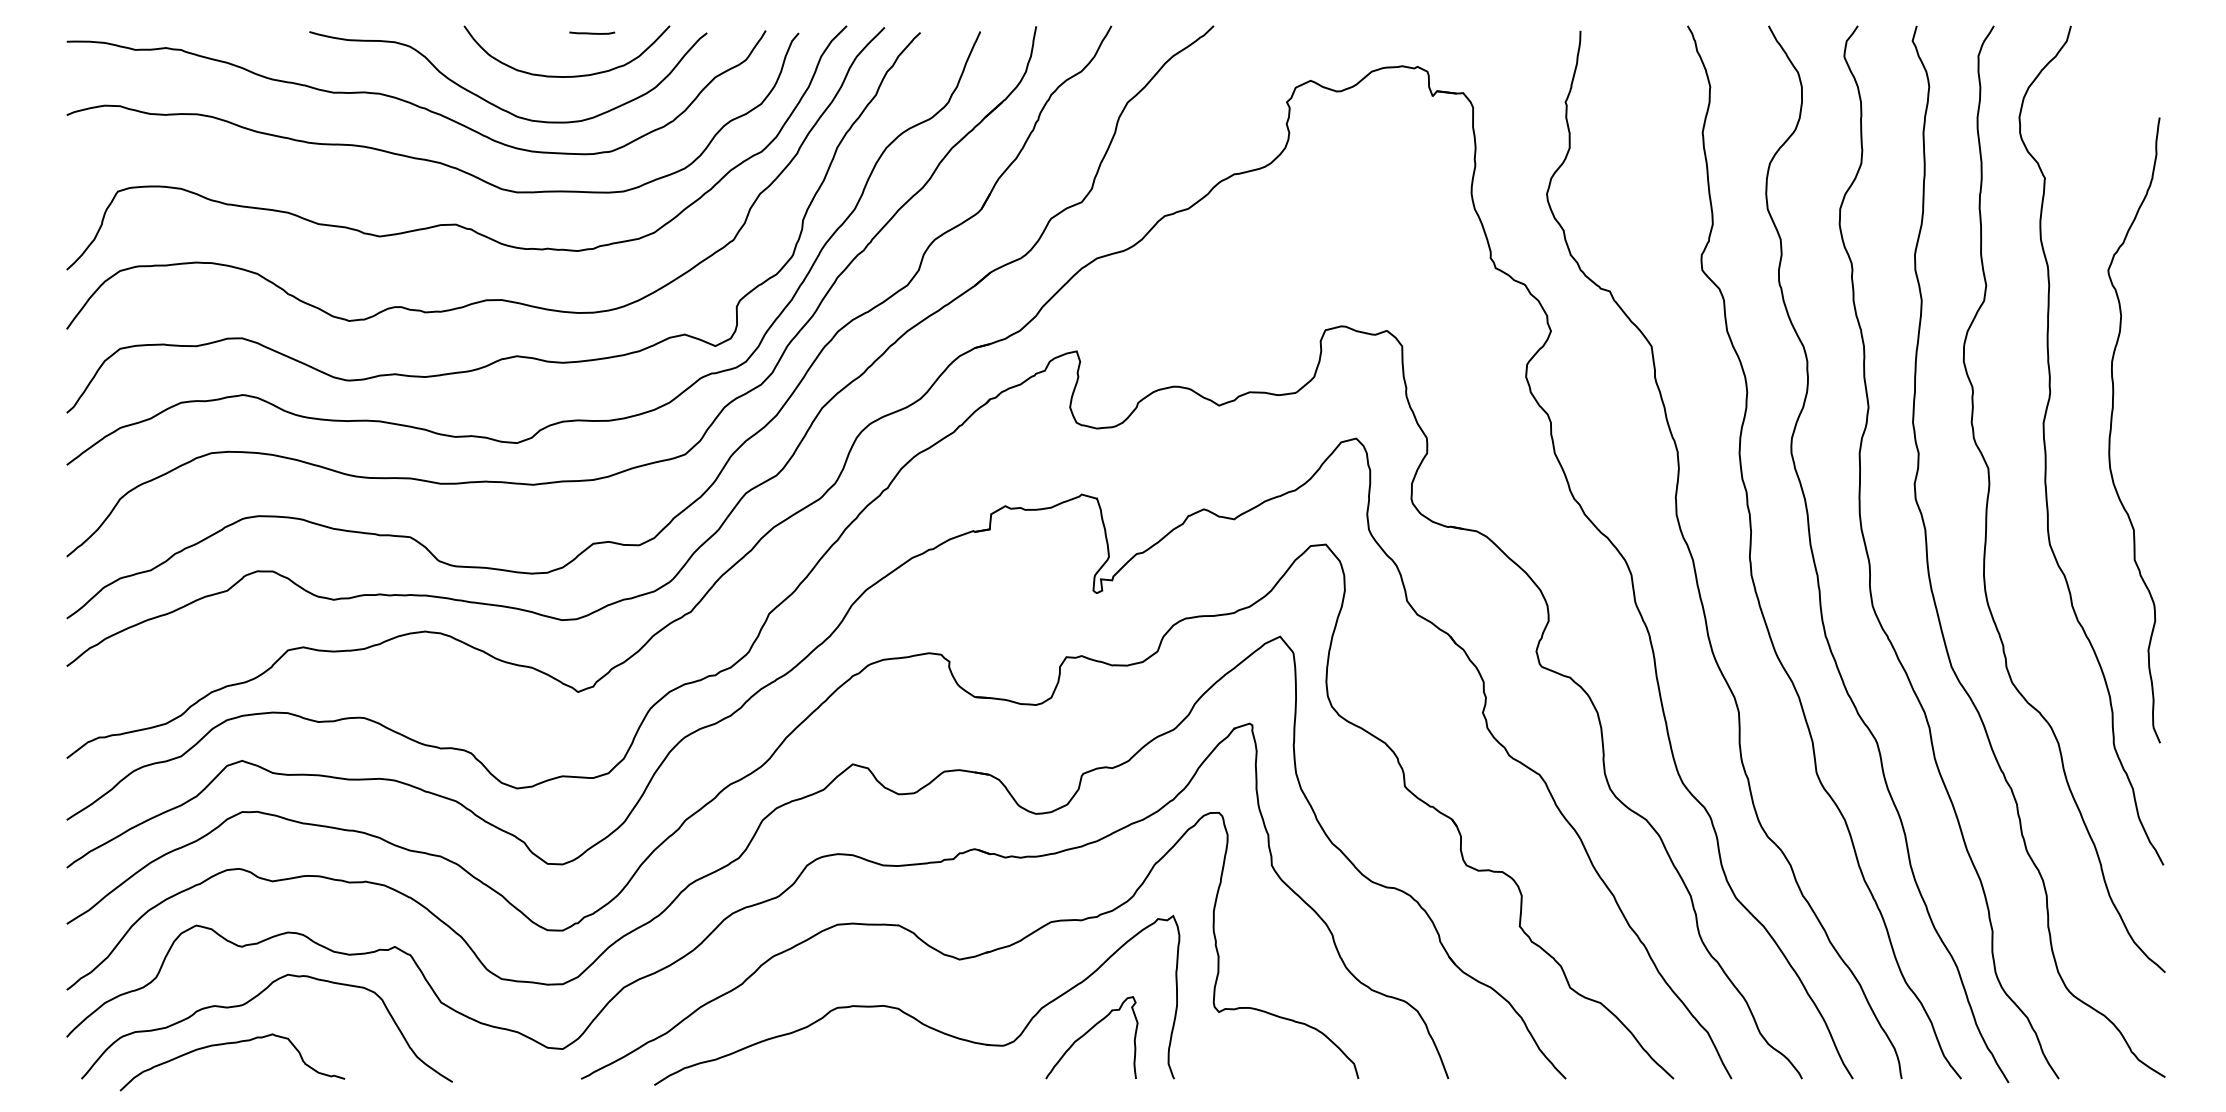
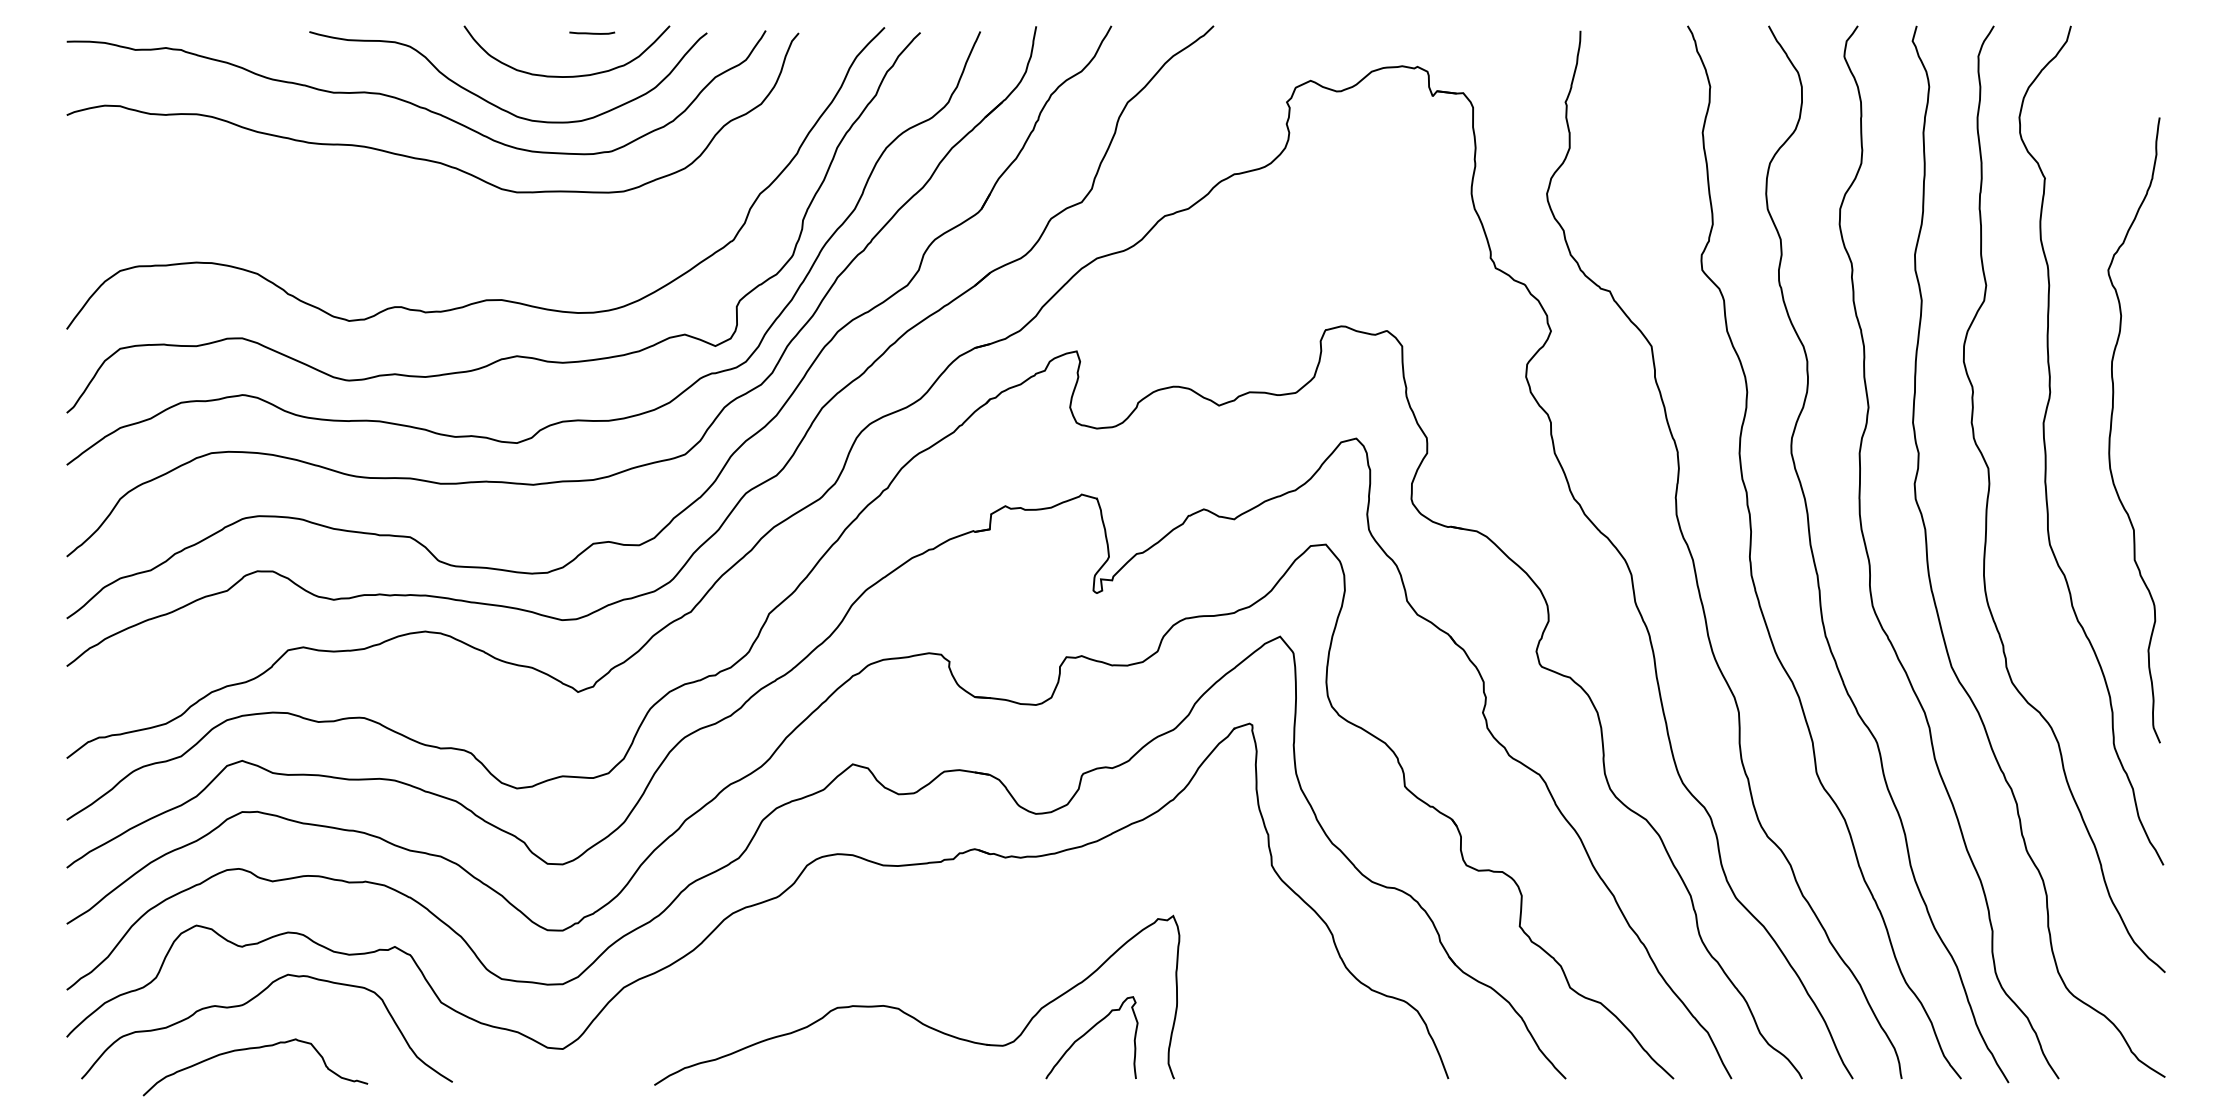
curve at (456, 223): present -> none
part at (974, 955): present -> none
curve at (229, 1044) position: (229, 1044) -> (252, 1049)
